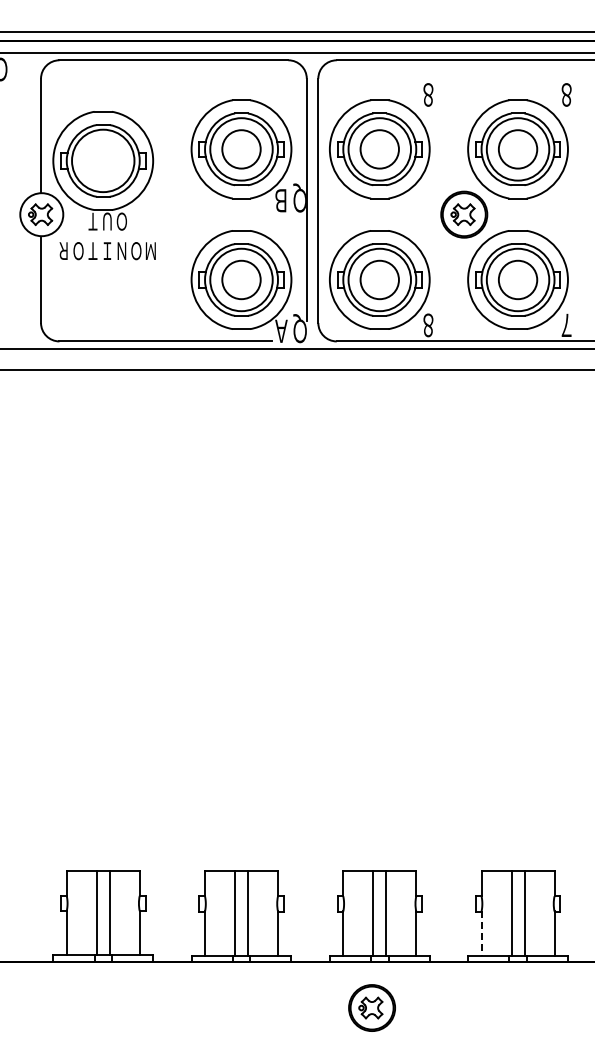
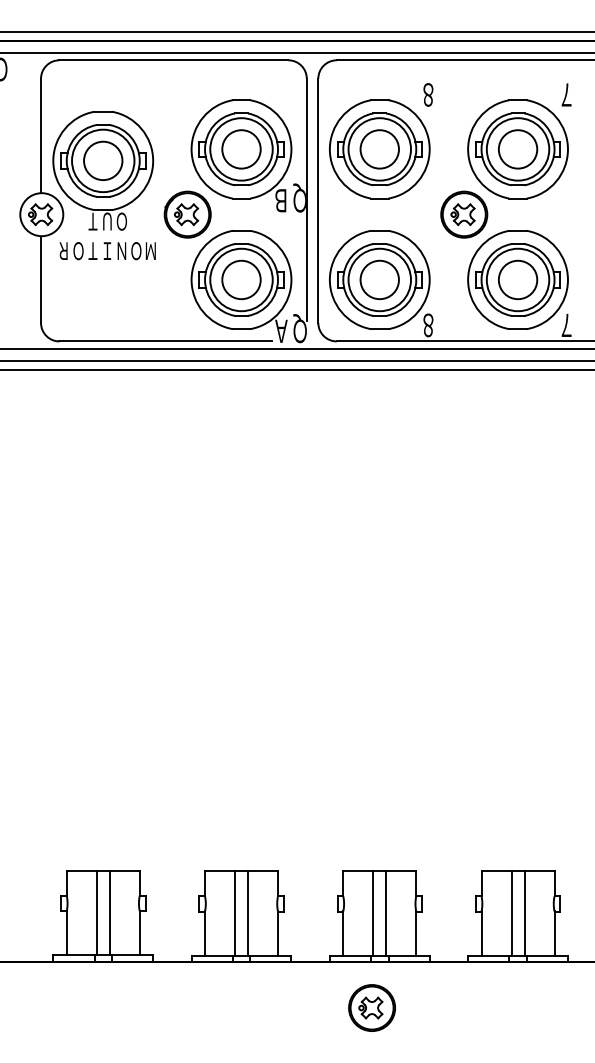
text at (566, 94): ８ -> ７
circle at (103, 160): none -> present
part at (187, 214): none -> present
line at (296, 360): none -> present
line at (481, 934): dashed -> solid
